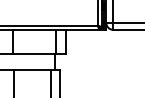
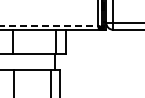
line at (48, 25): solid -> dashed
